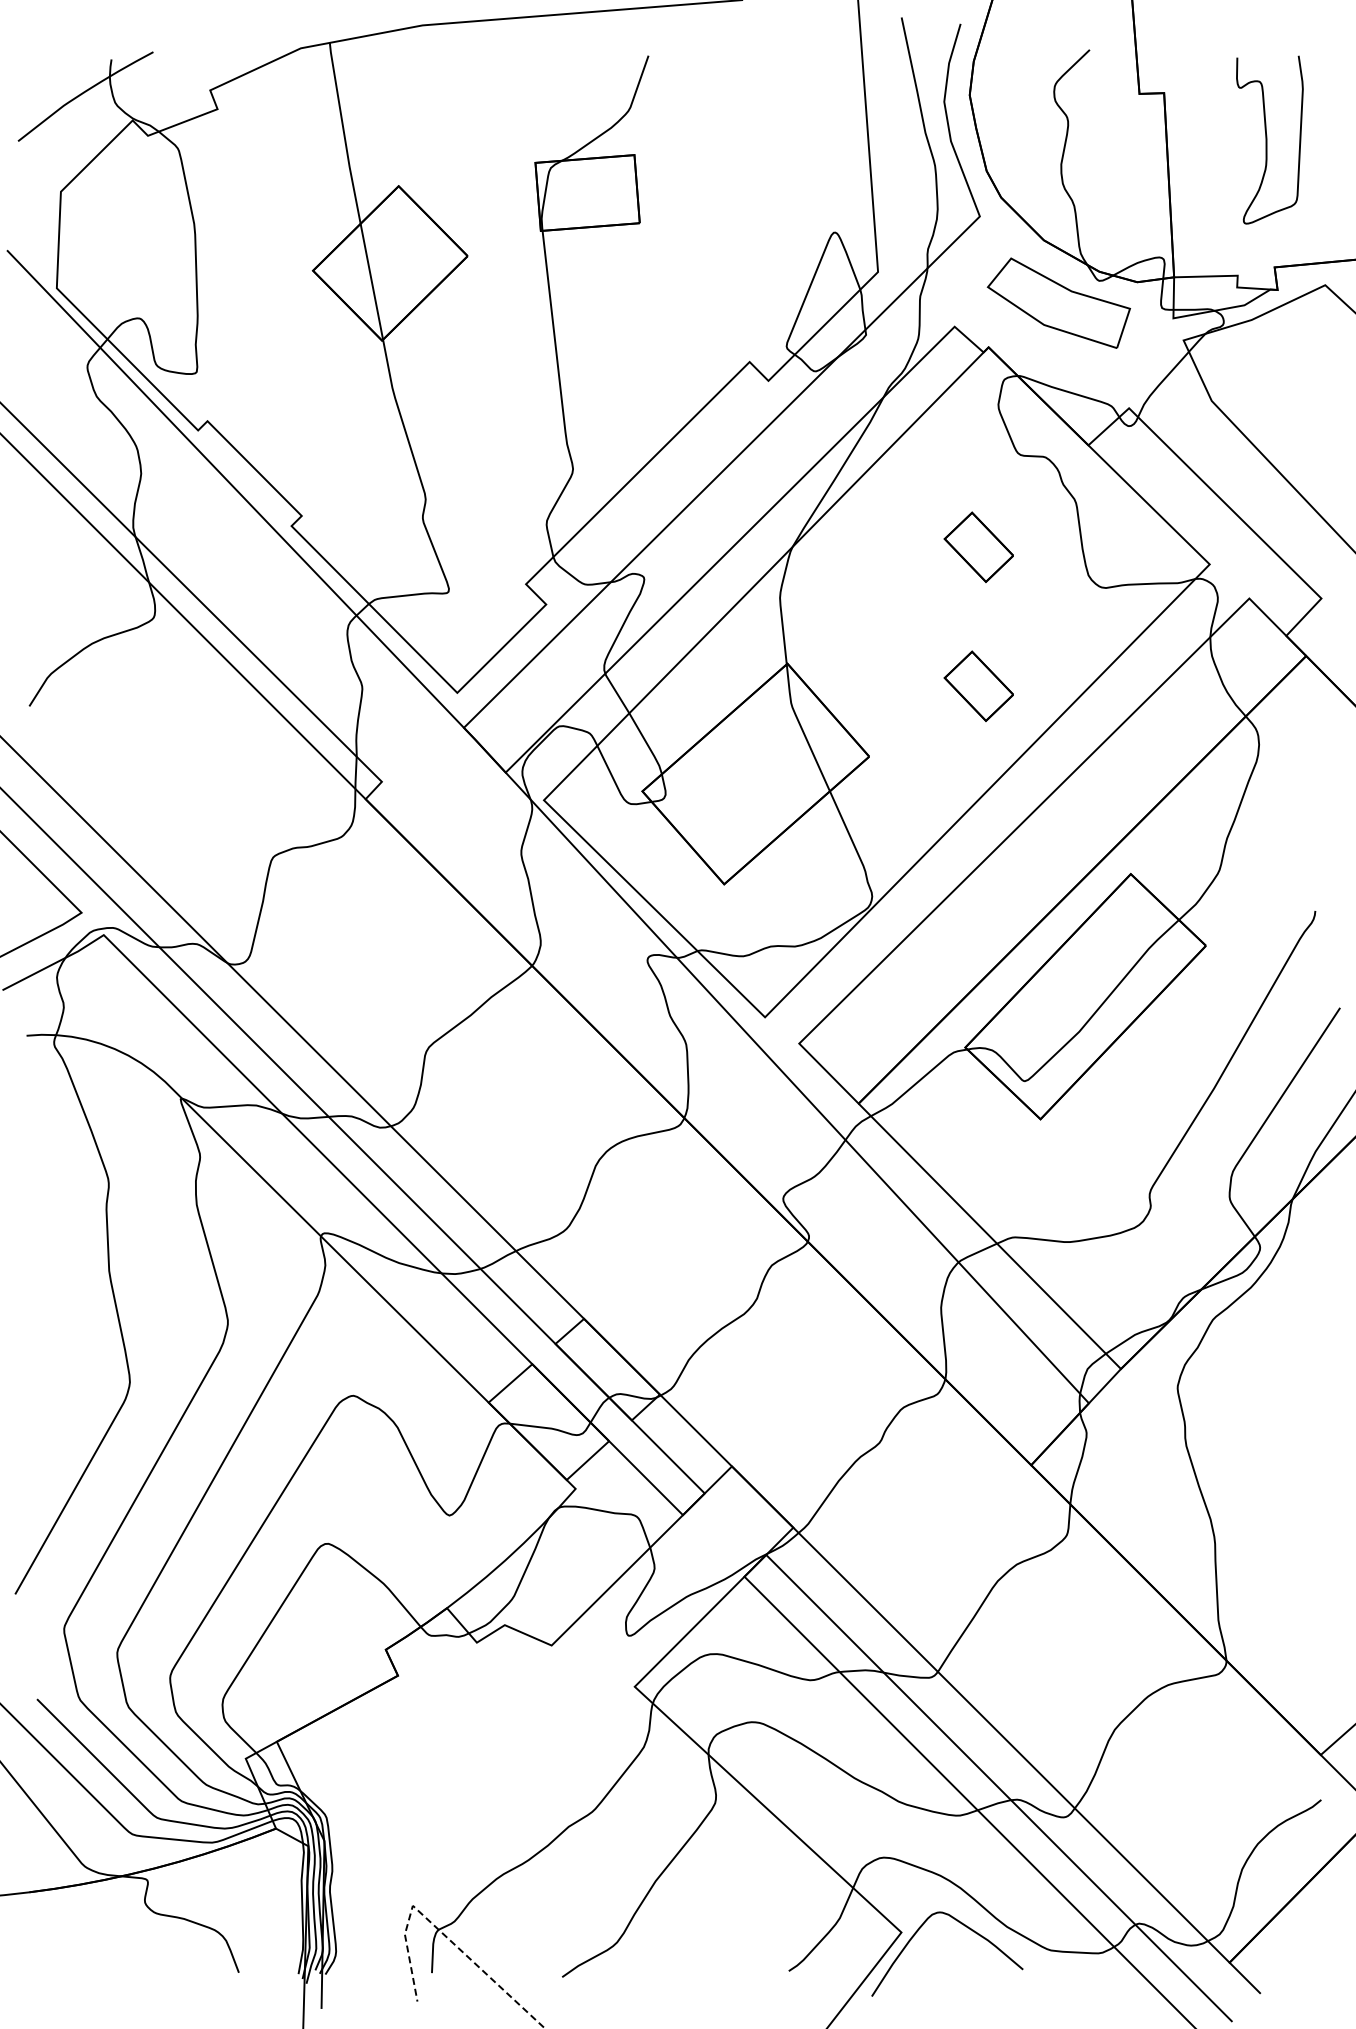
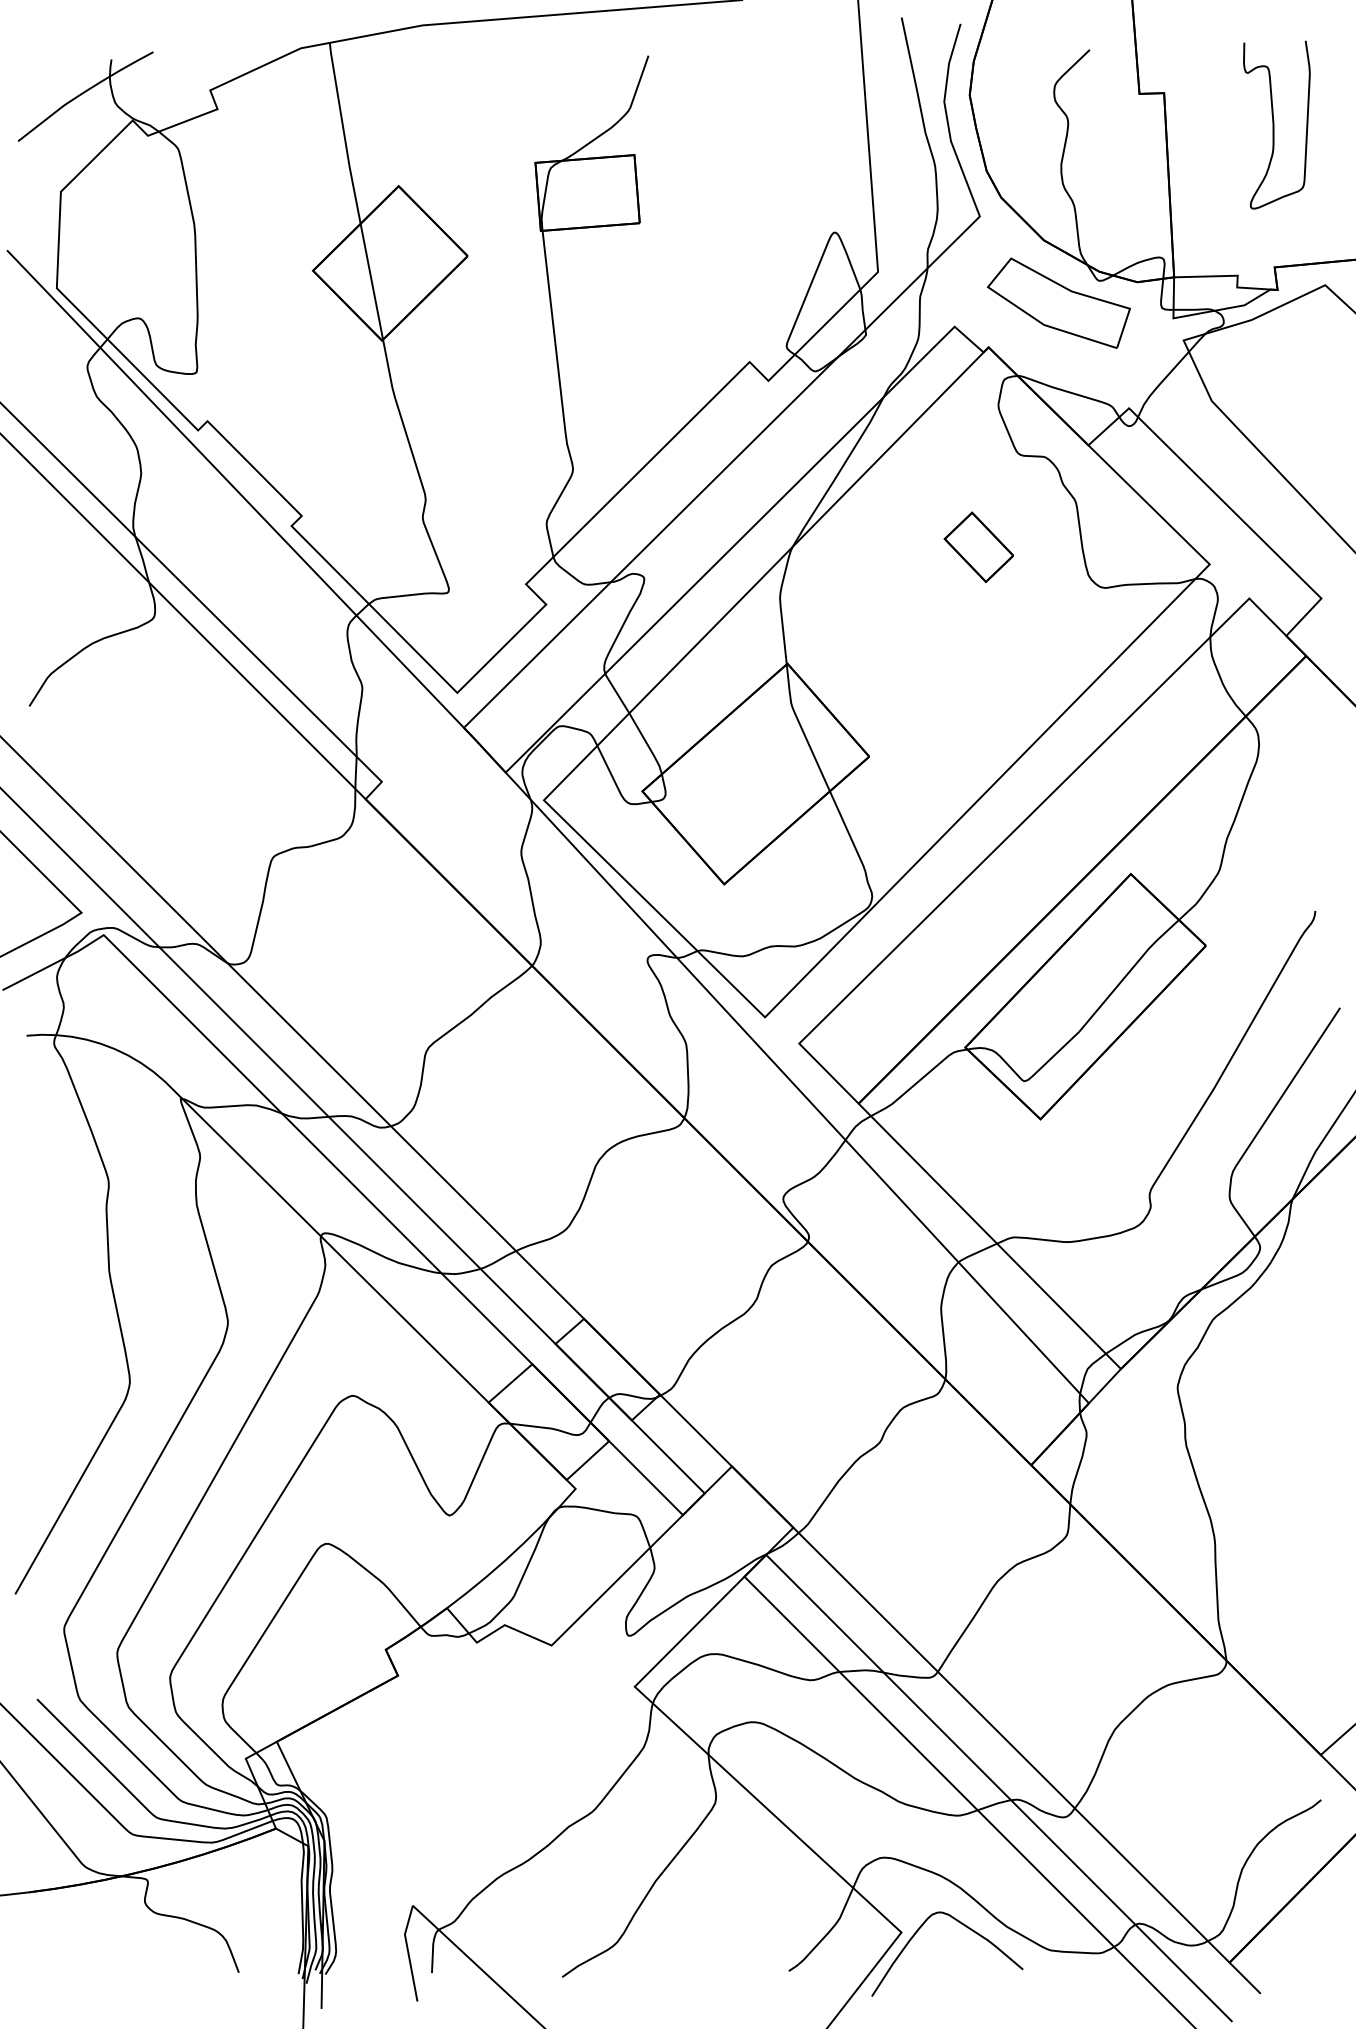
curve at (1267, 139) position: (1267, 139) -> (1274, 124)
part at (978, 685): present -> none
line at (442, 1932): dashed -> solid
